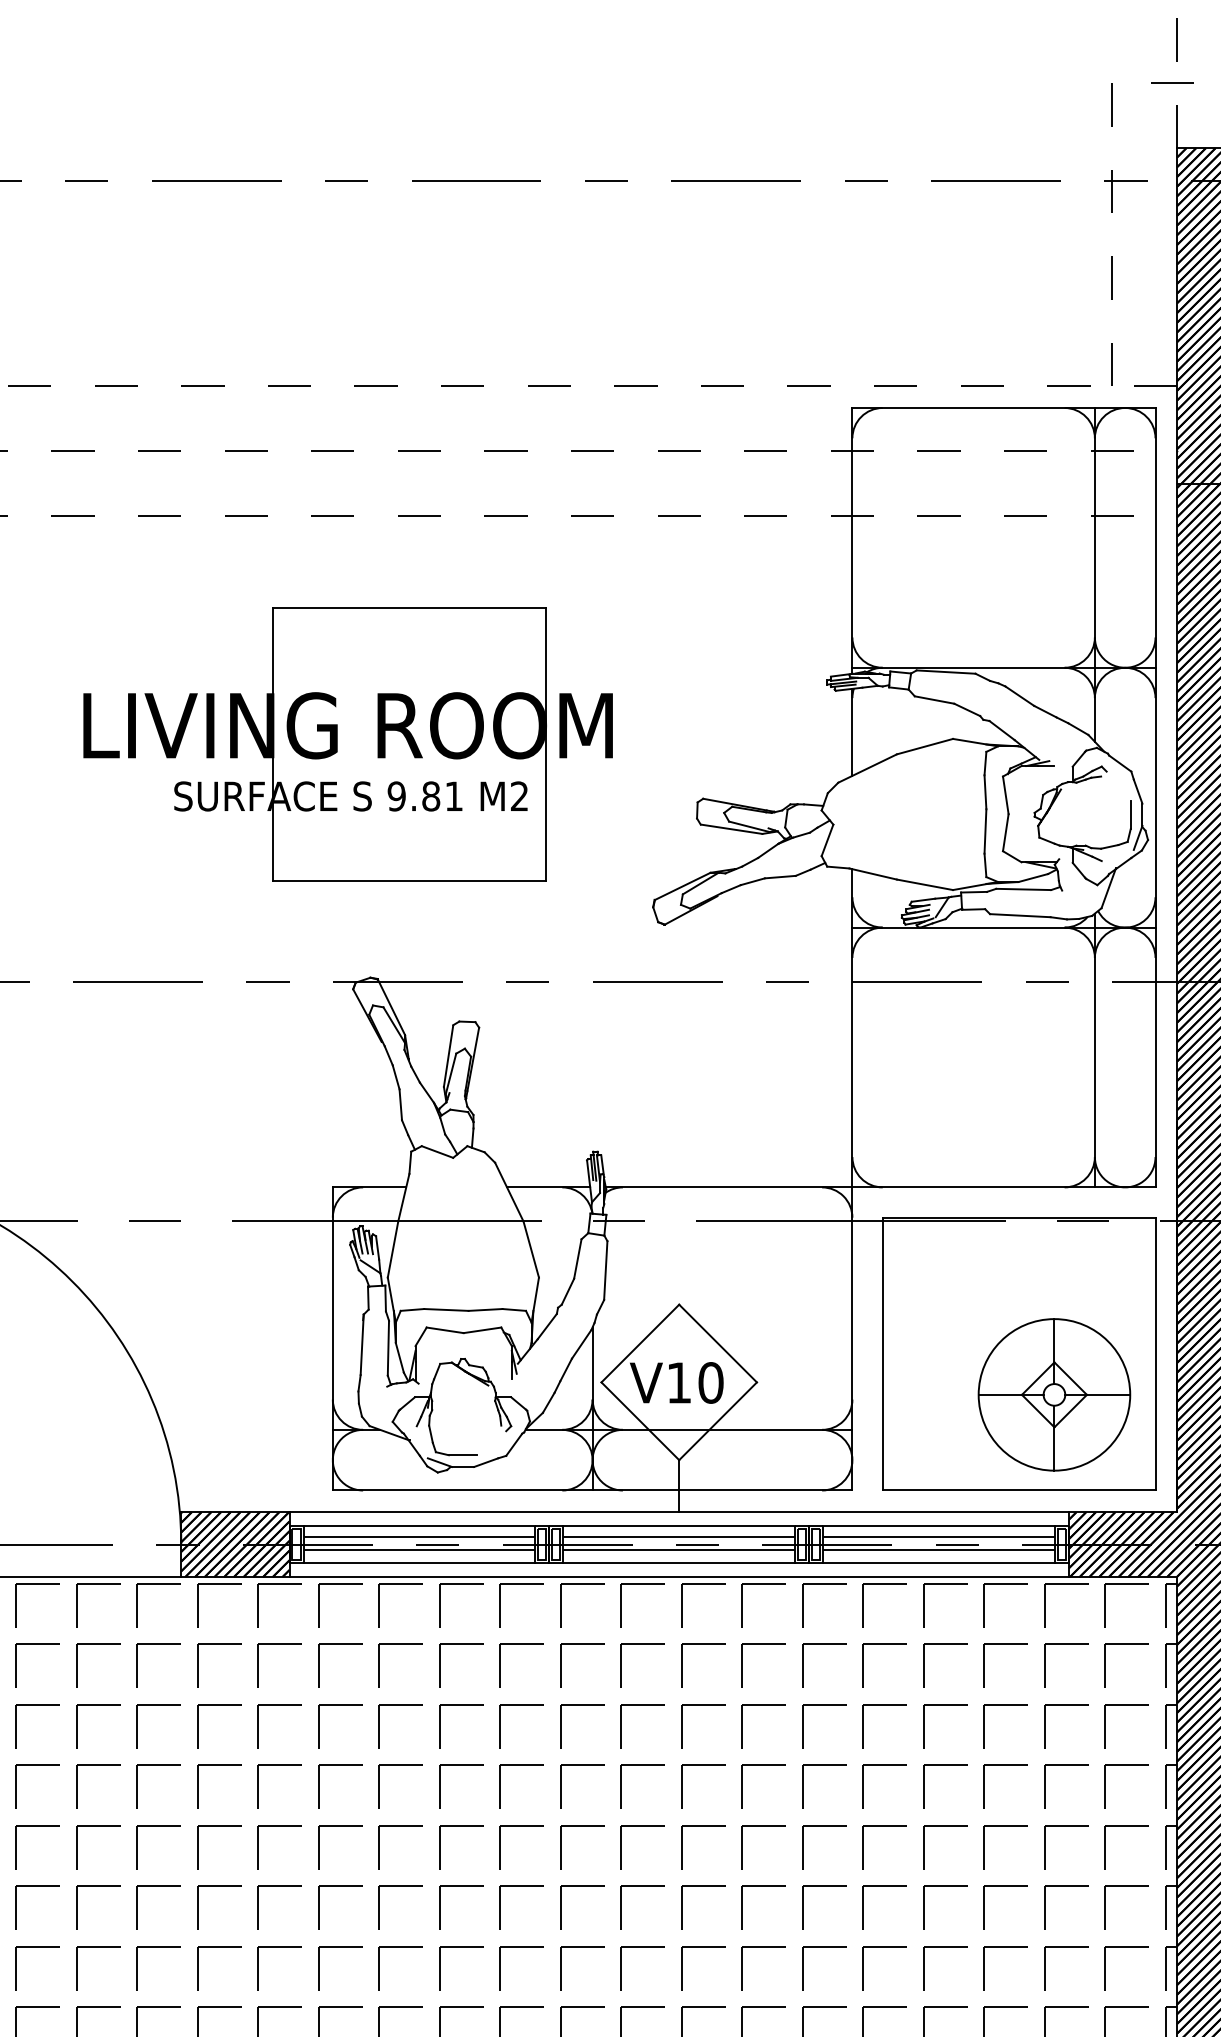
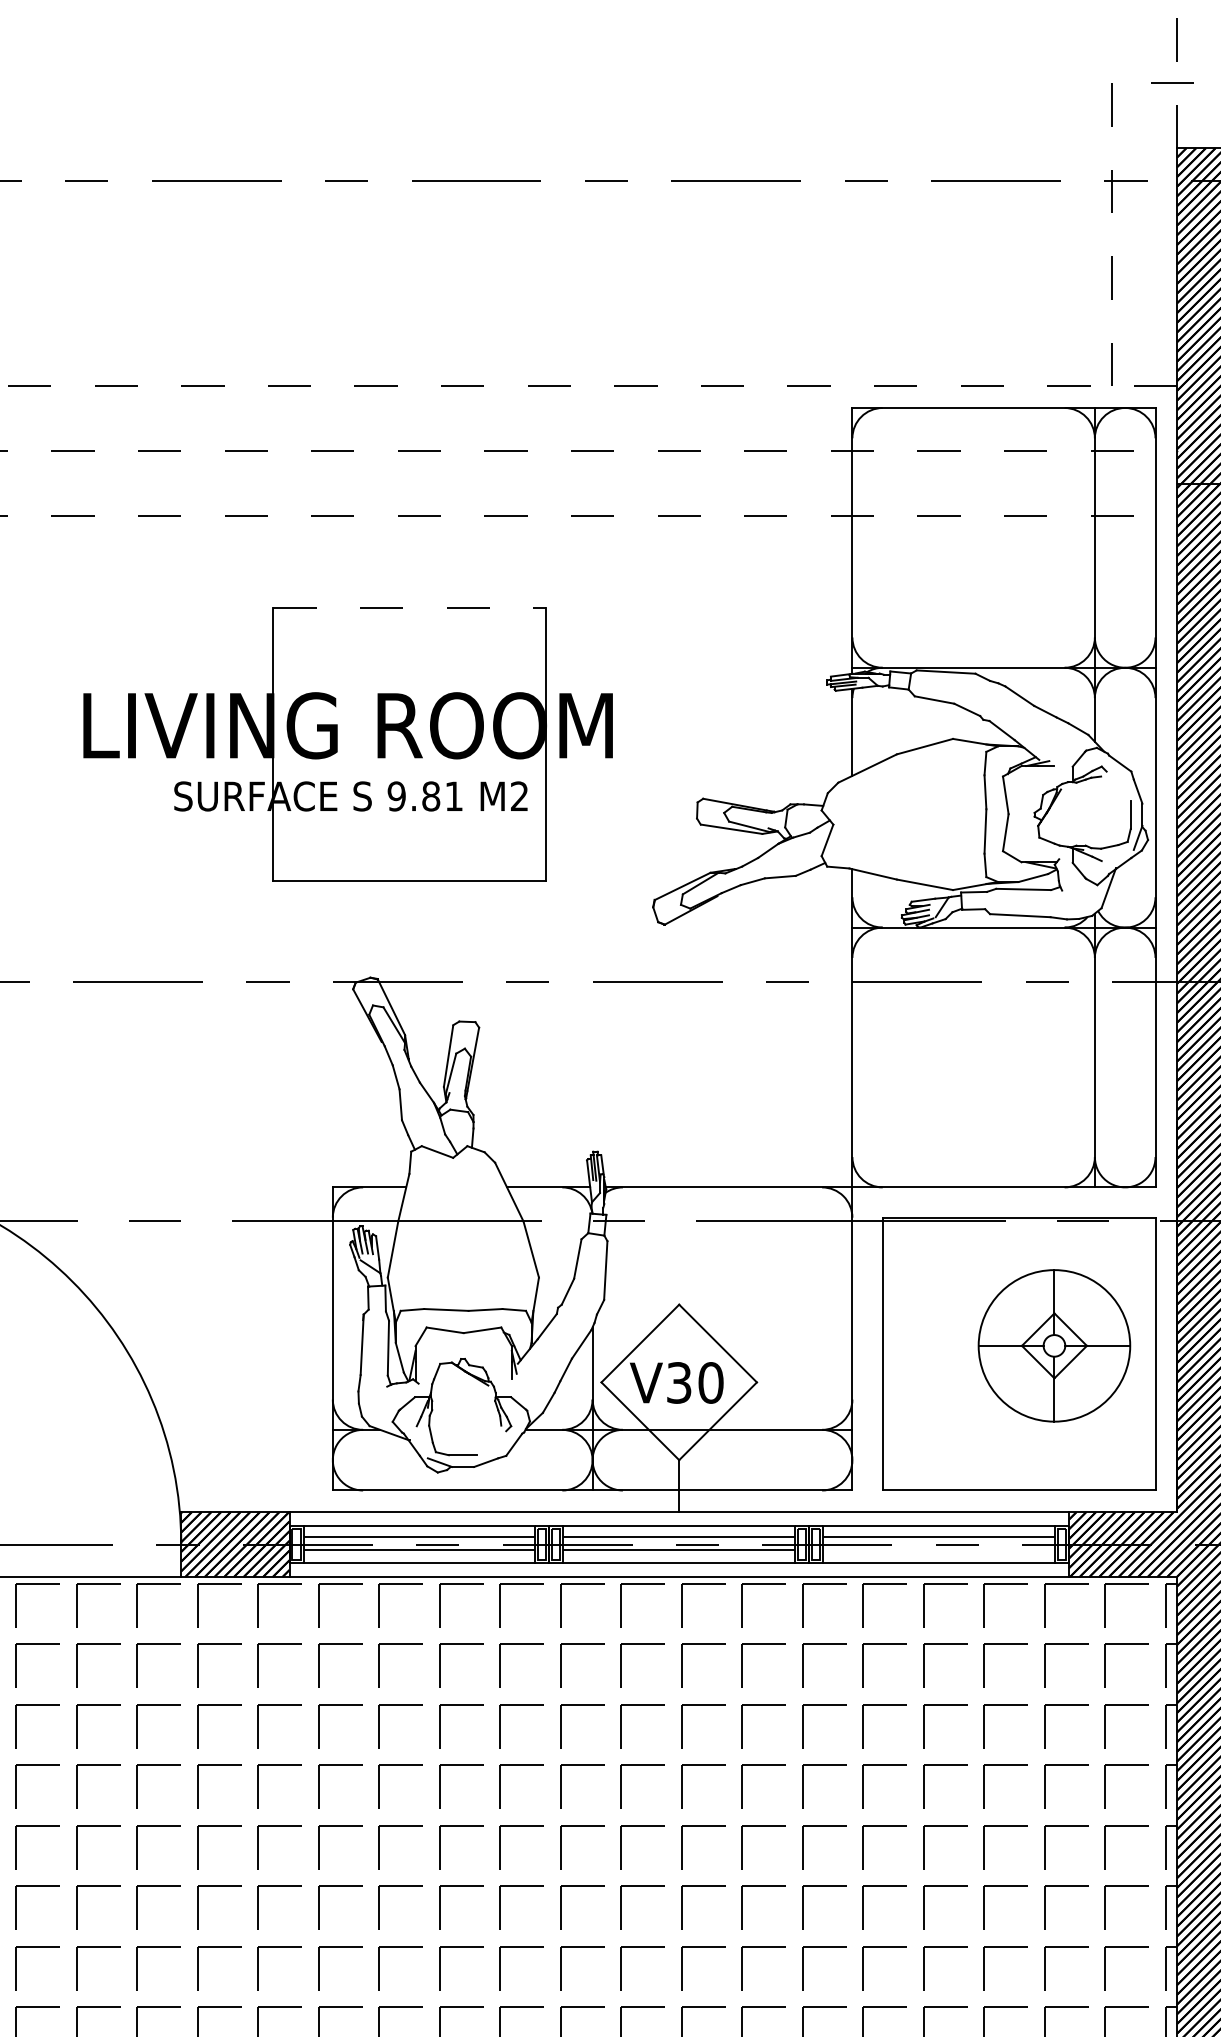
line at (410, 608): solid -> dashed
text at (679, 1382): V10 -> V30
part at (1054, 1394) position: (1054, 1394) -> (1054, 1345)
line at (938, 1550): present -> none
